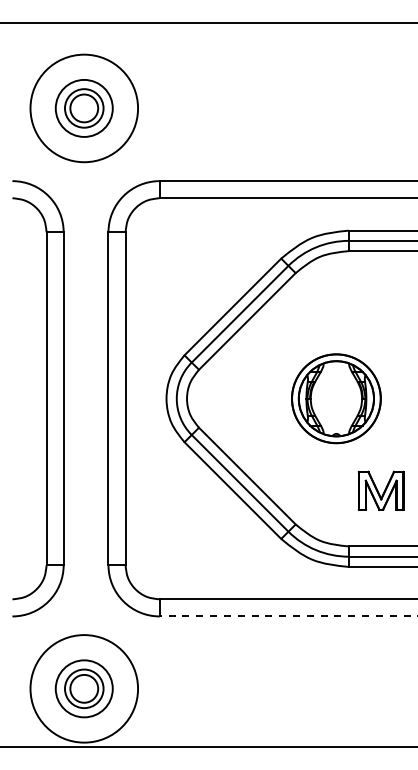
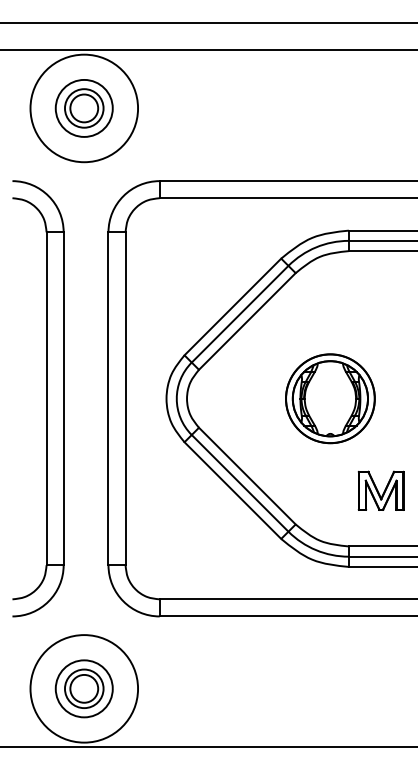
line at (208, 50): none -> present
part at (336, 398) position: (336, 398) -> (330, 398)
line at (288, 616): dashed -> solid
